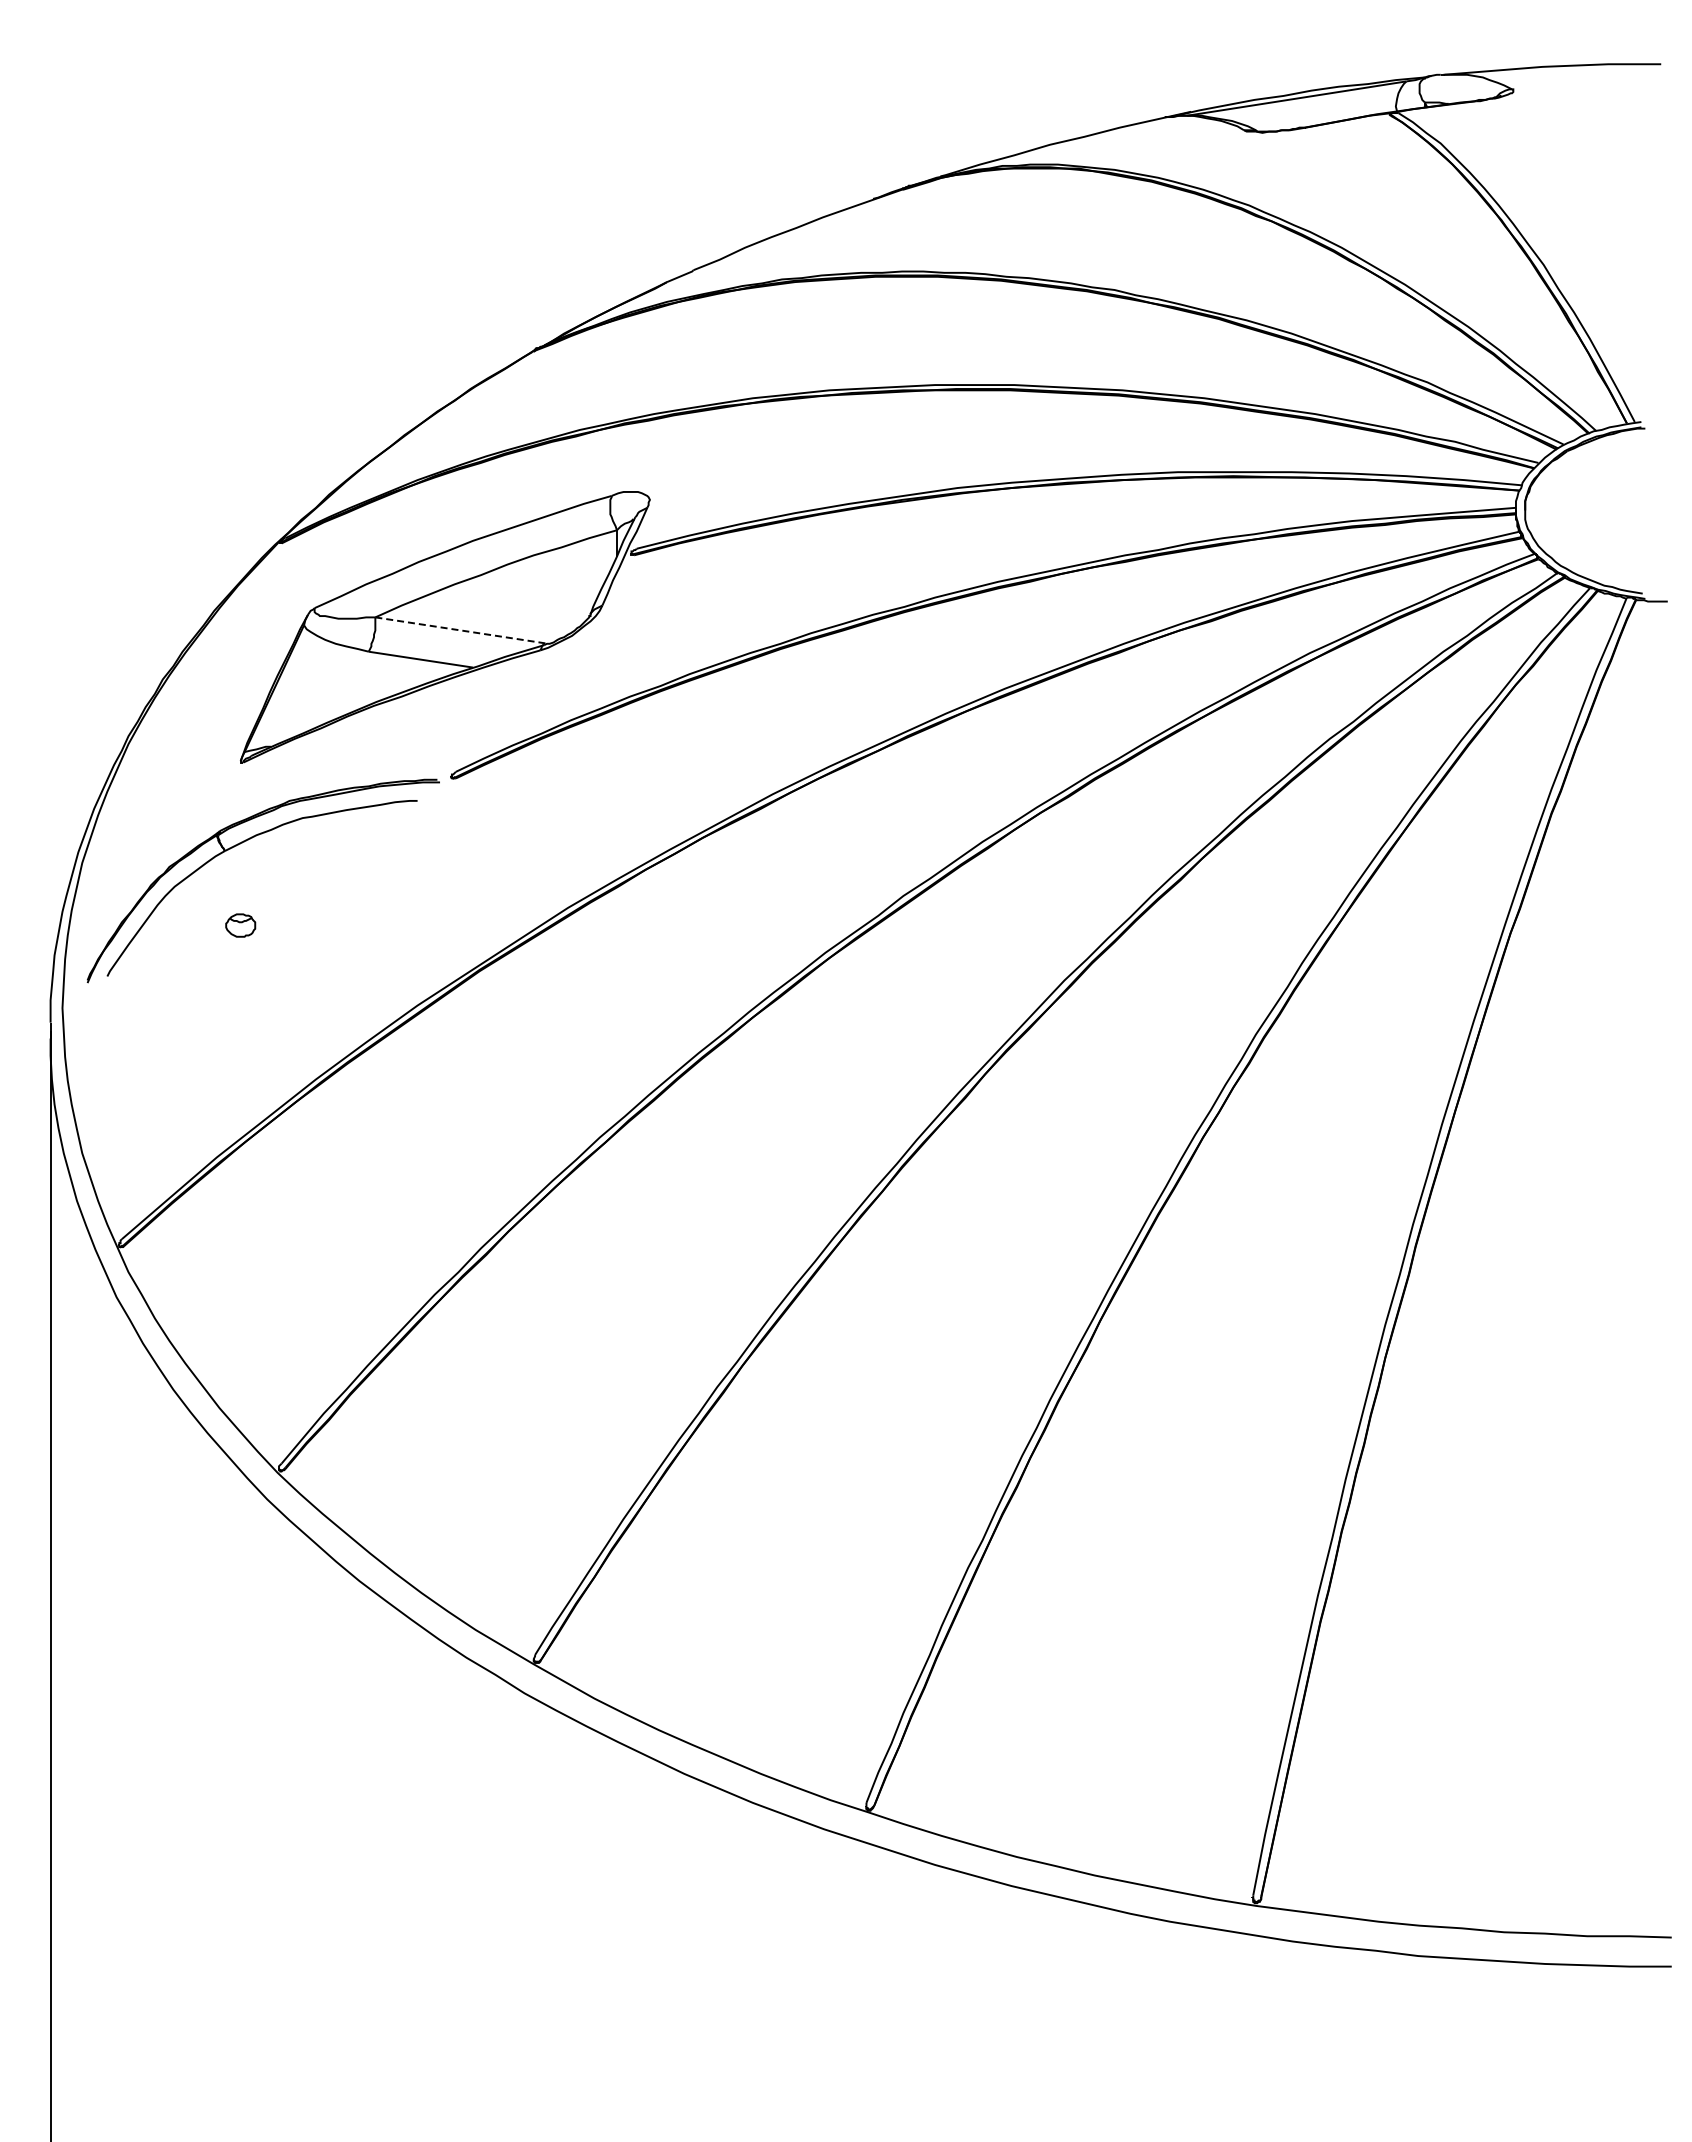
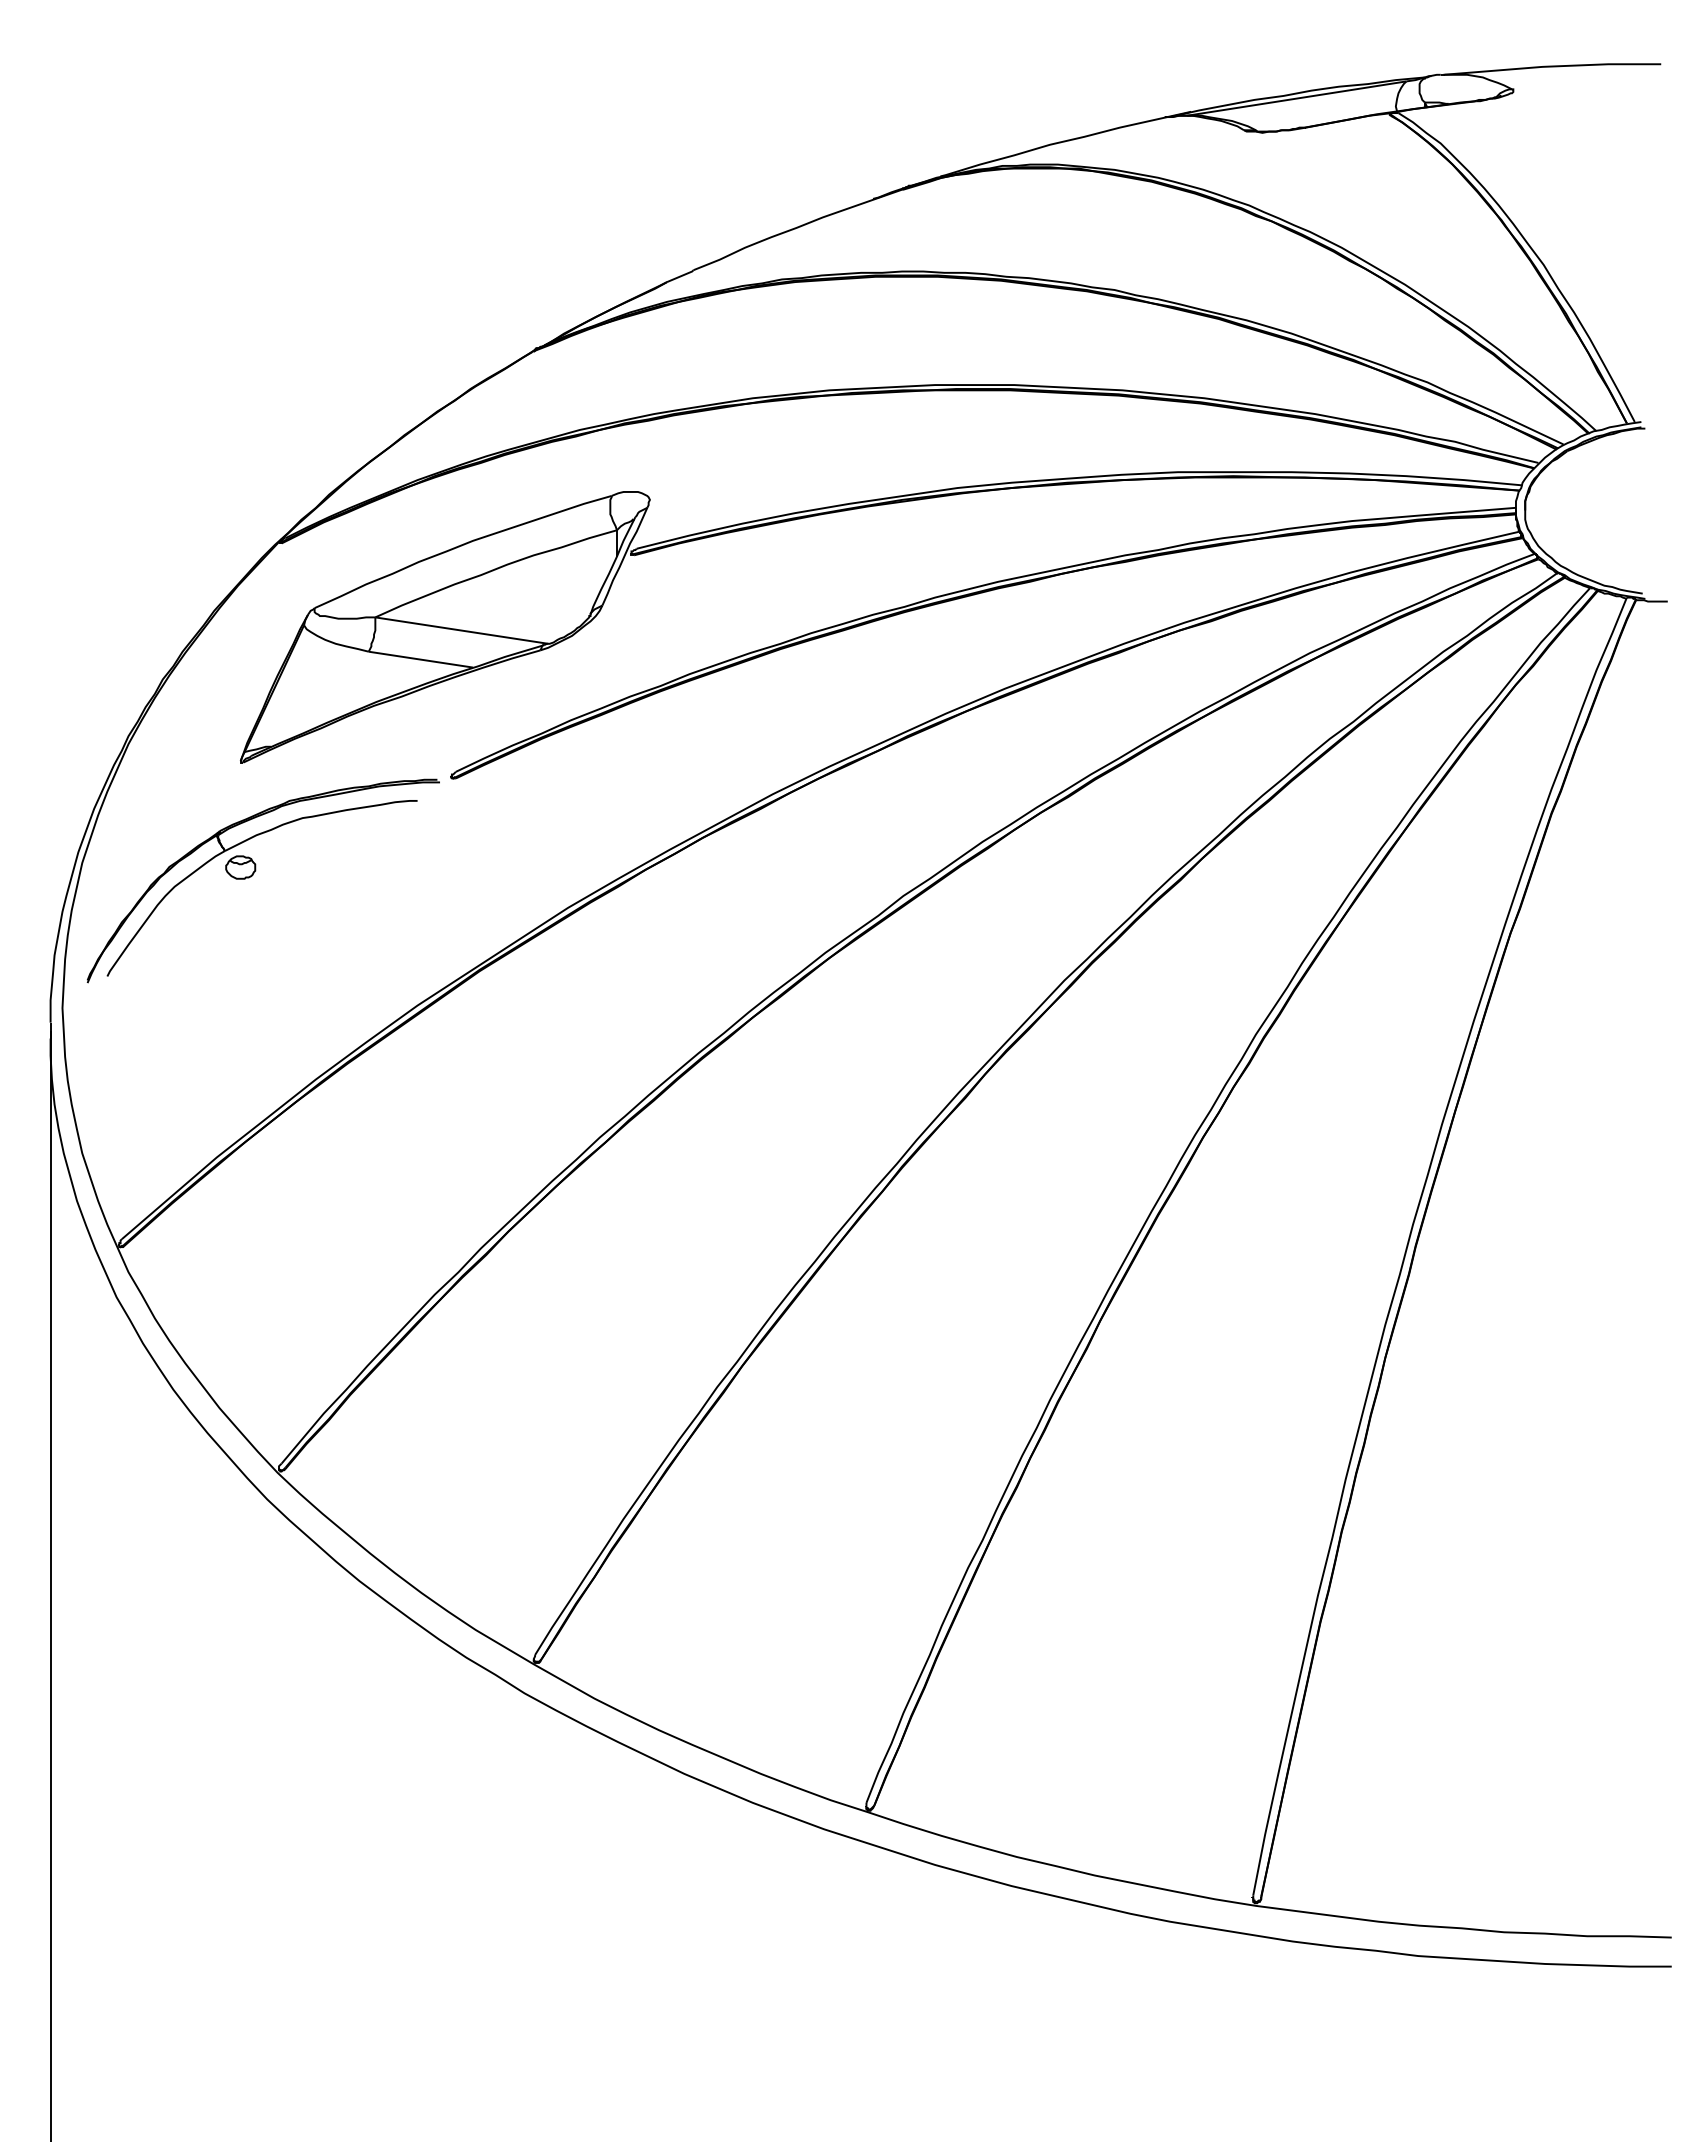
line at (462, 630): dashed -> solid
part at (240, 925) position: (240, 925) -> (240, 867)
